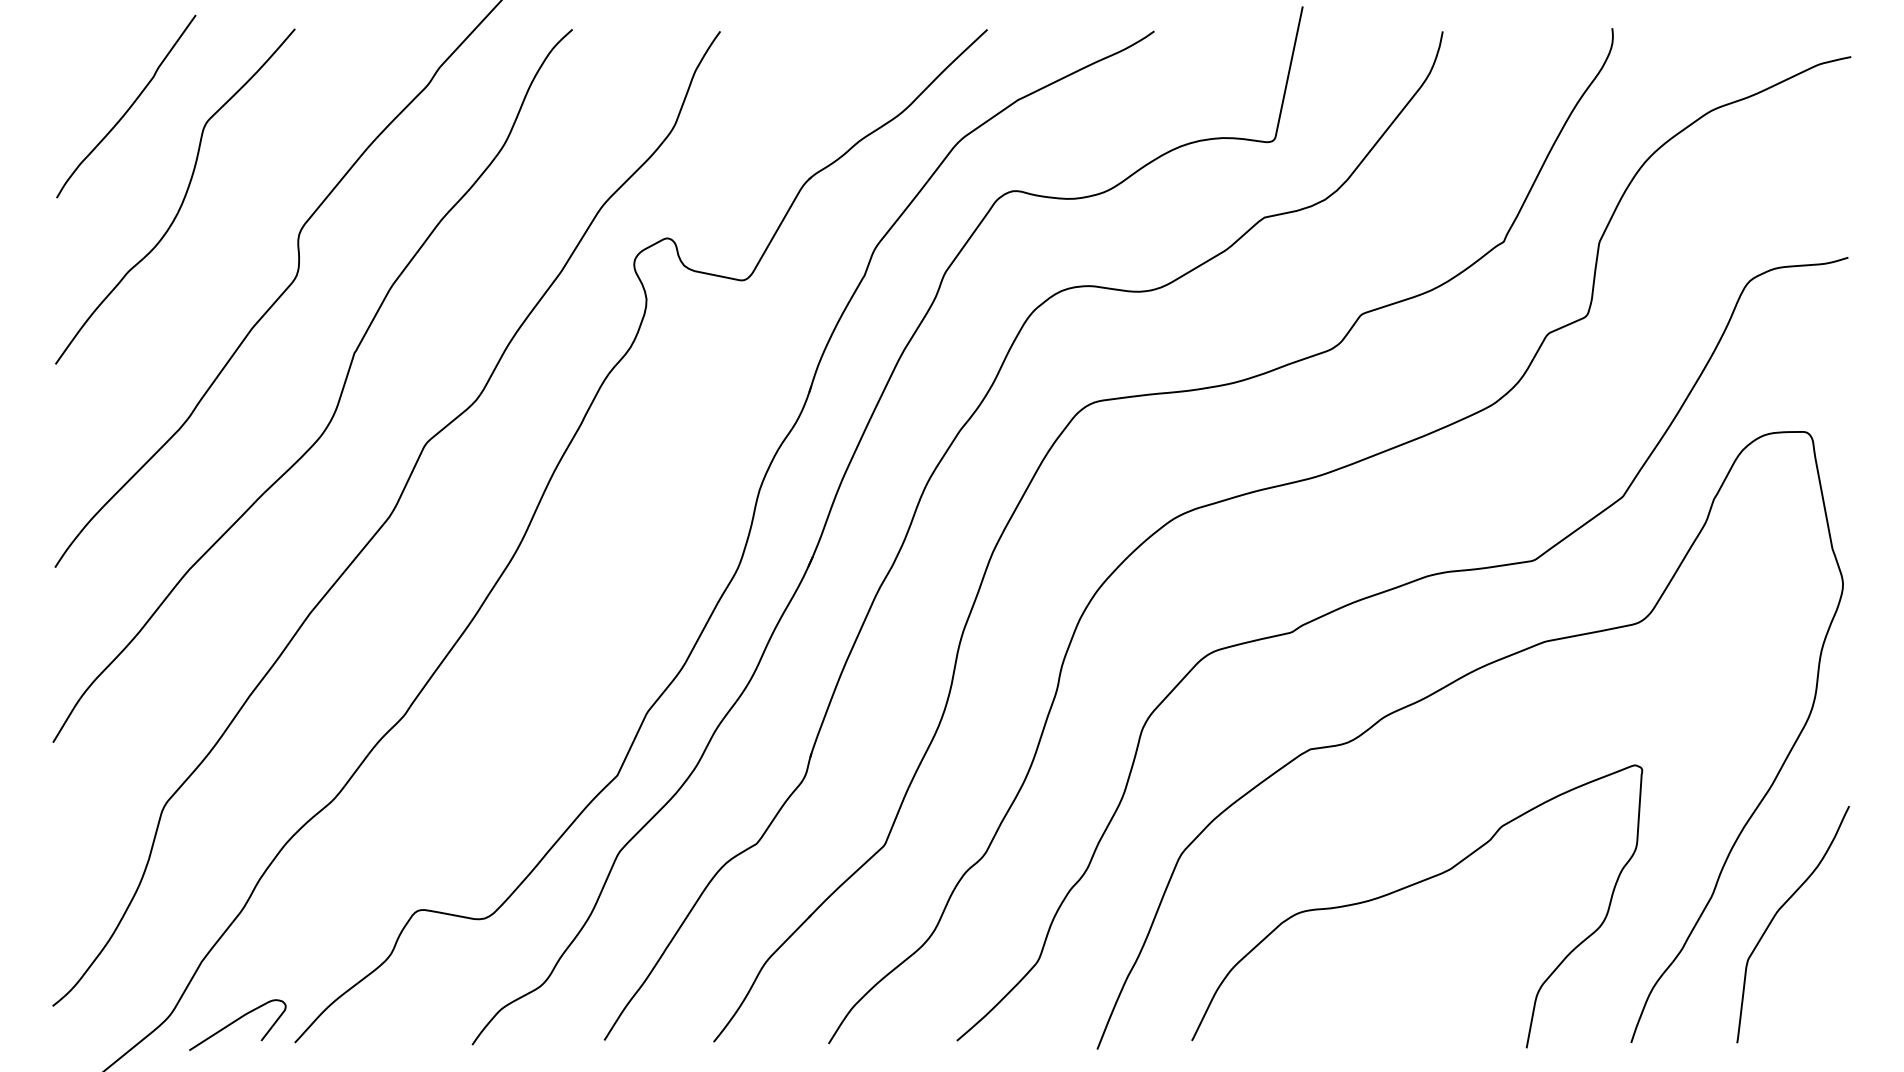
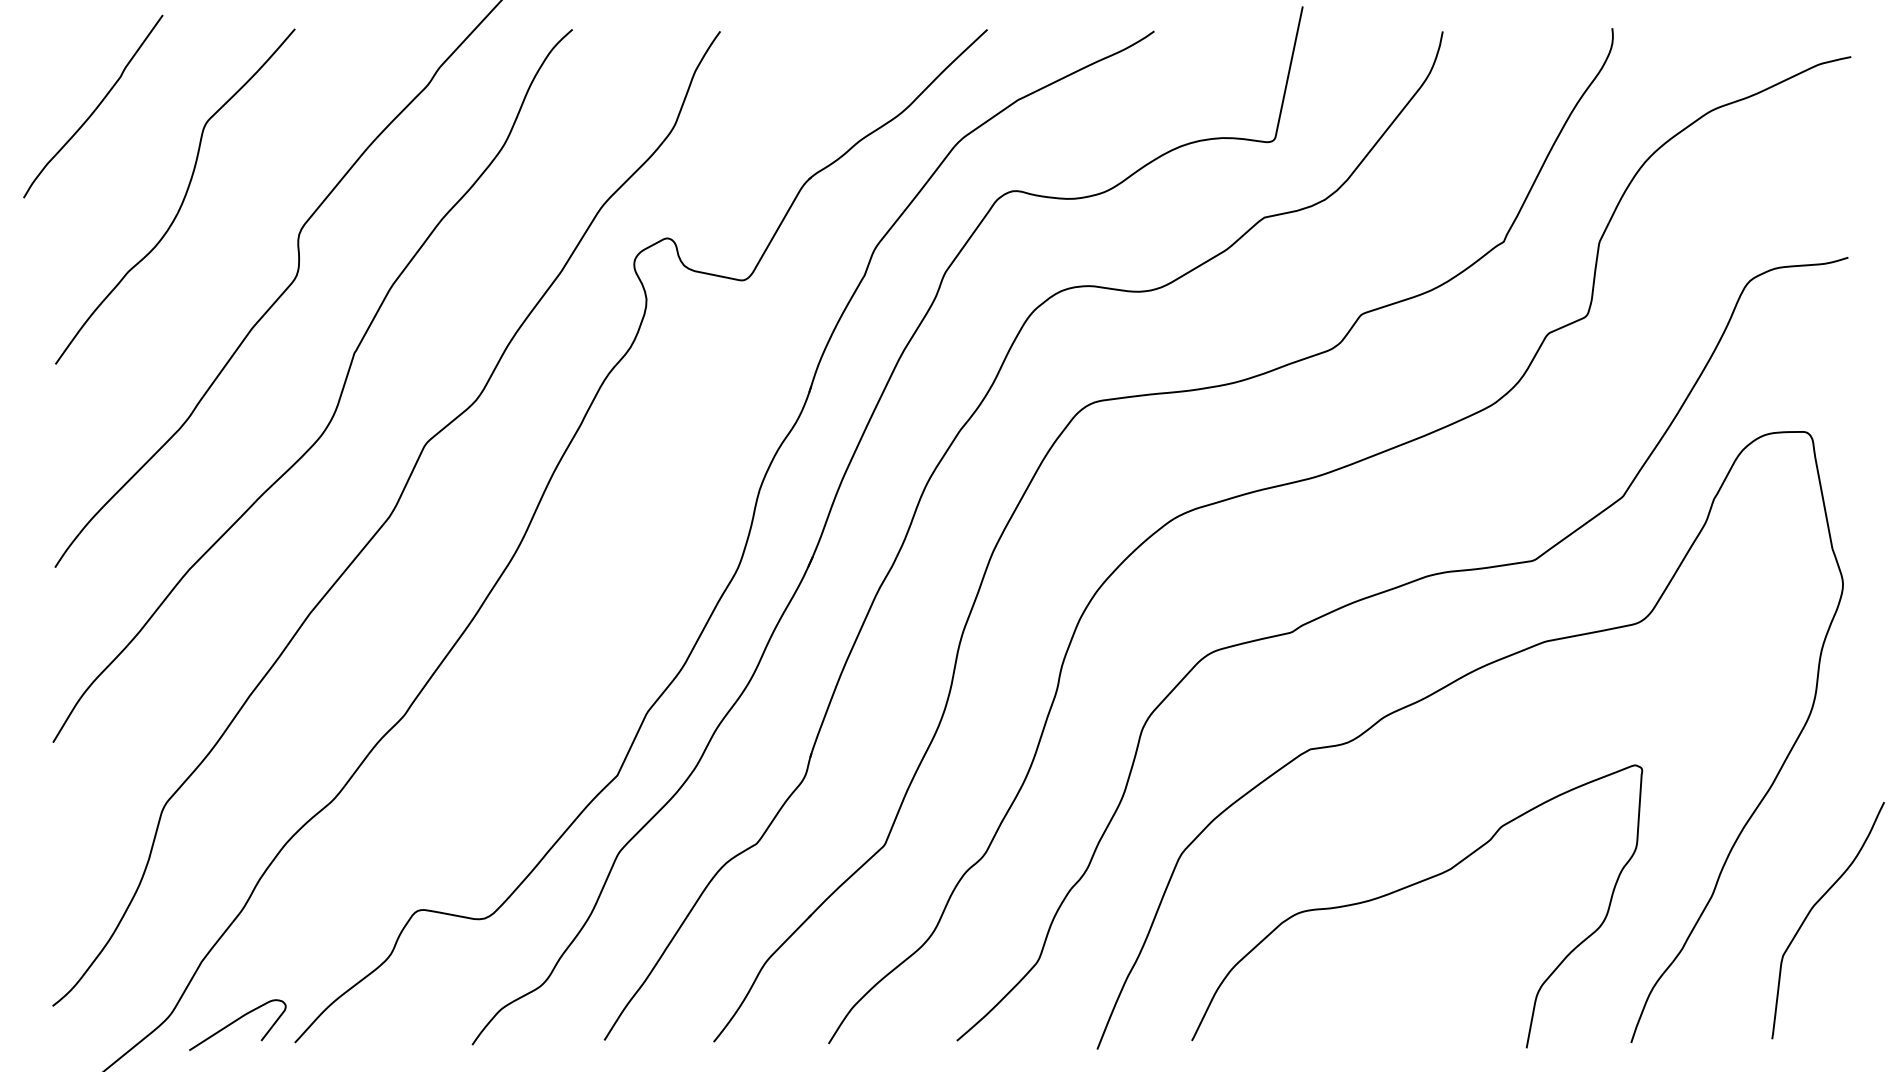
curve at (128, 108) position: (128, 108) -> (95, 108)
curve at (1776, 915) position: (1776, 915) -> (1811, 911)
